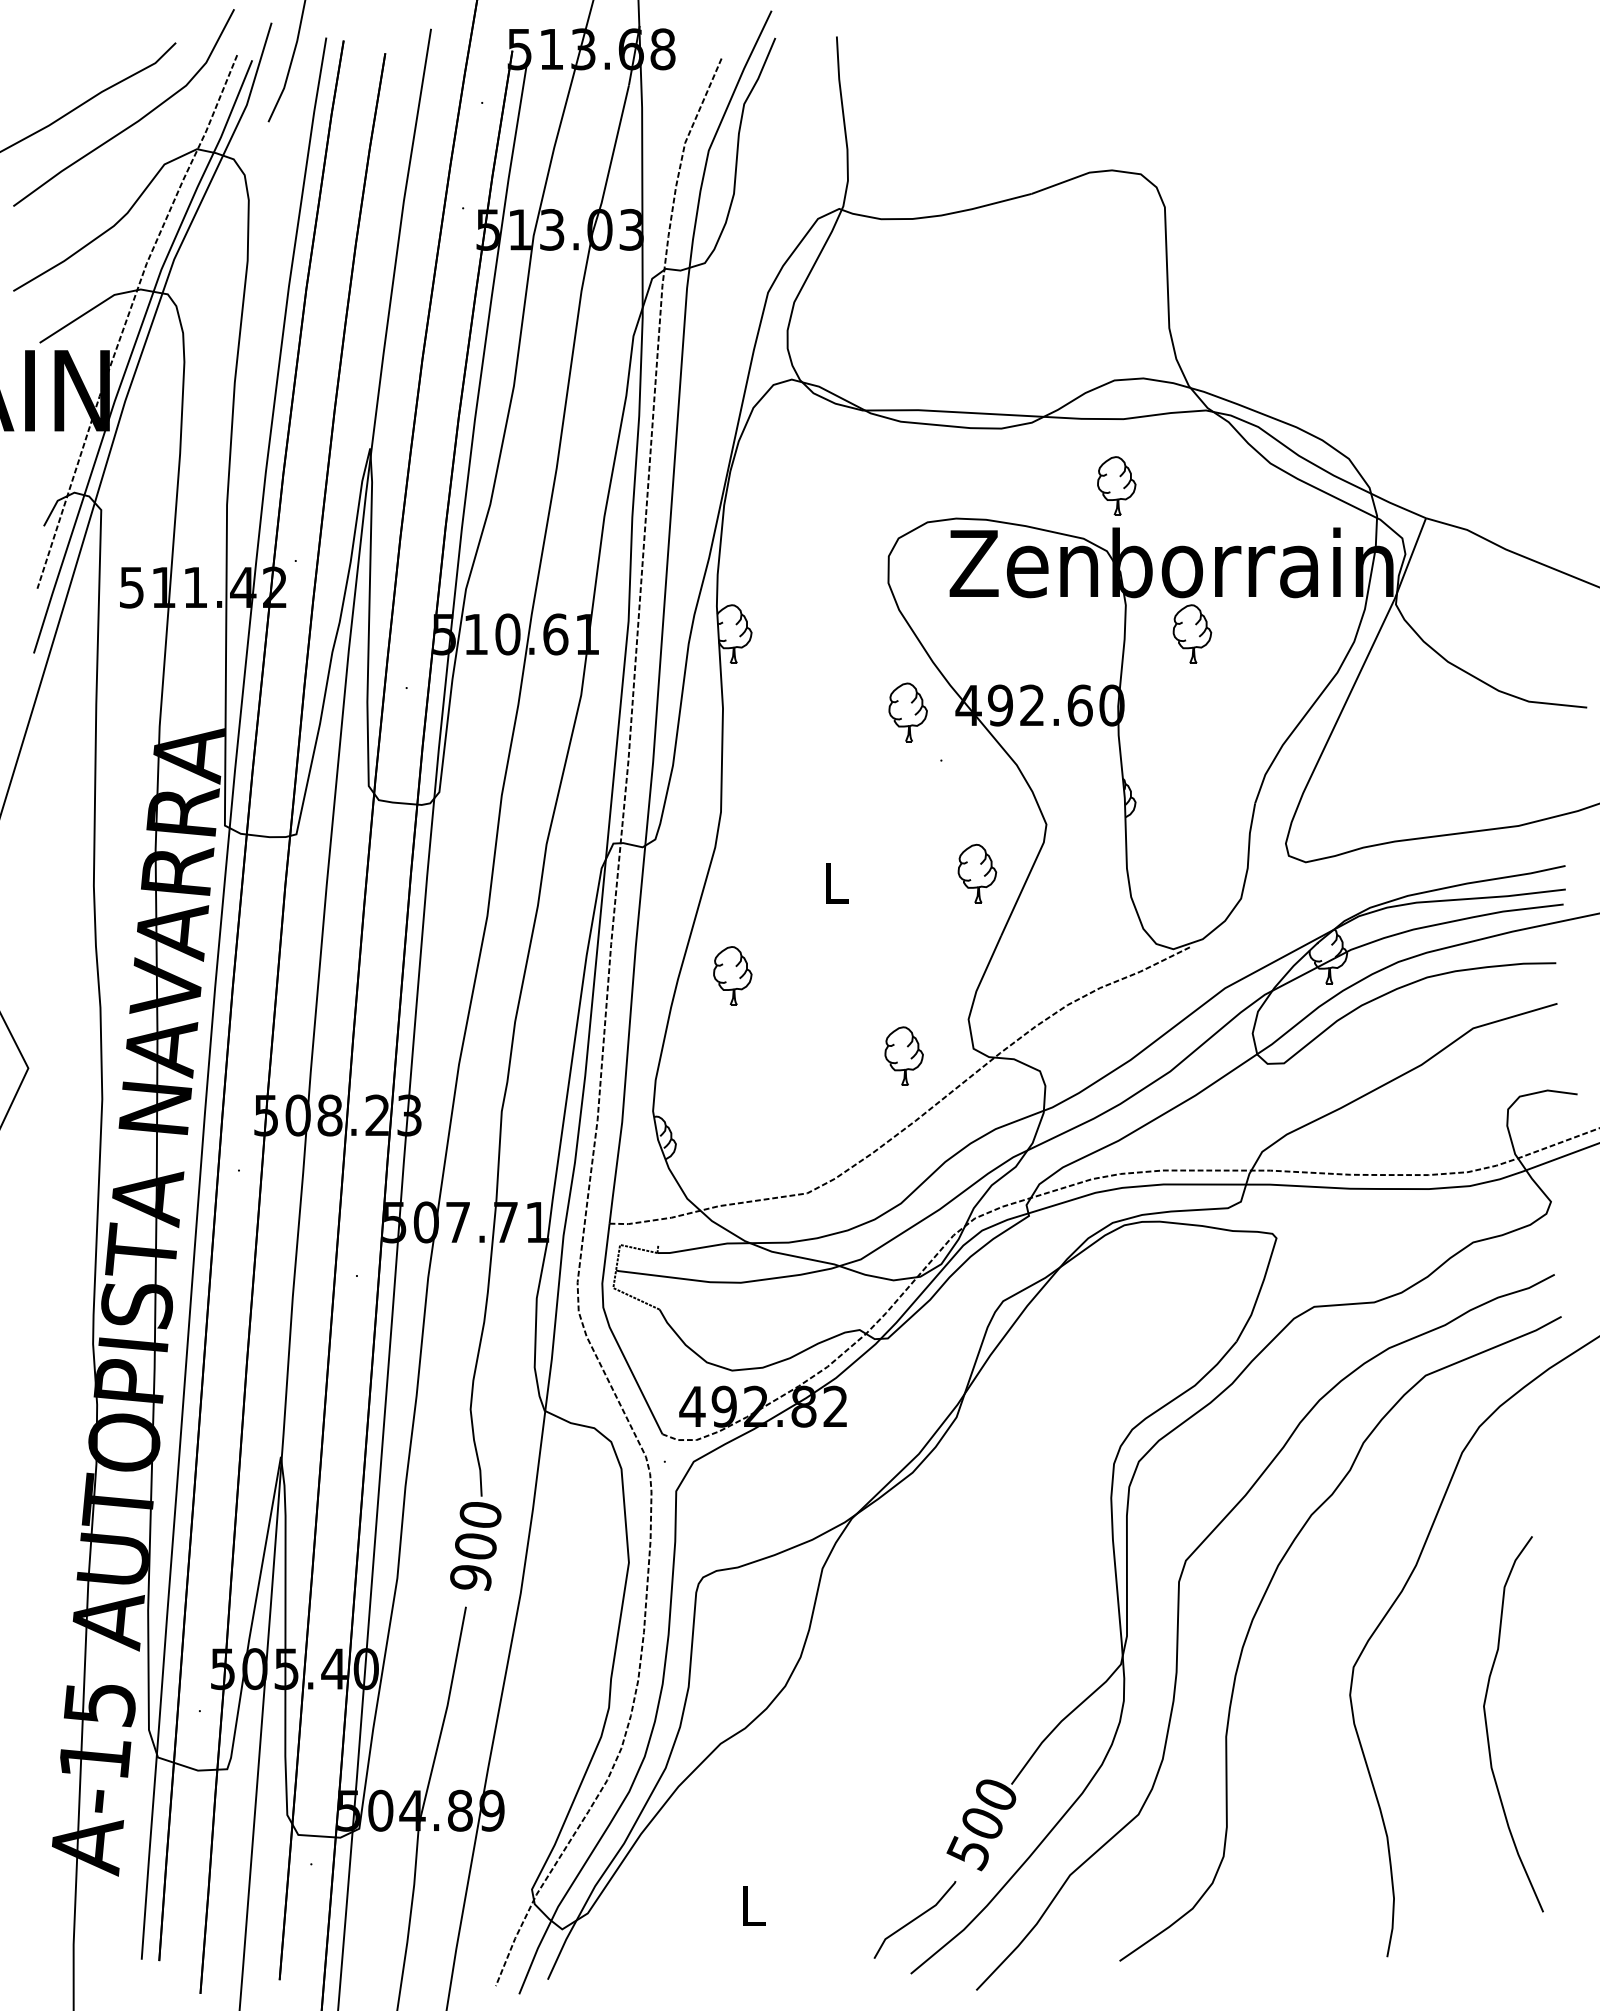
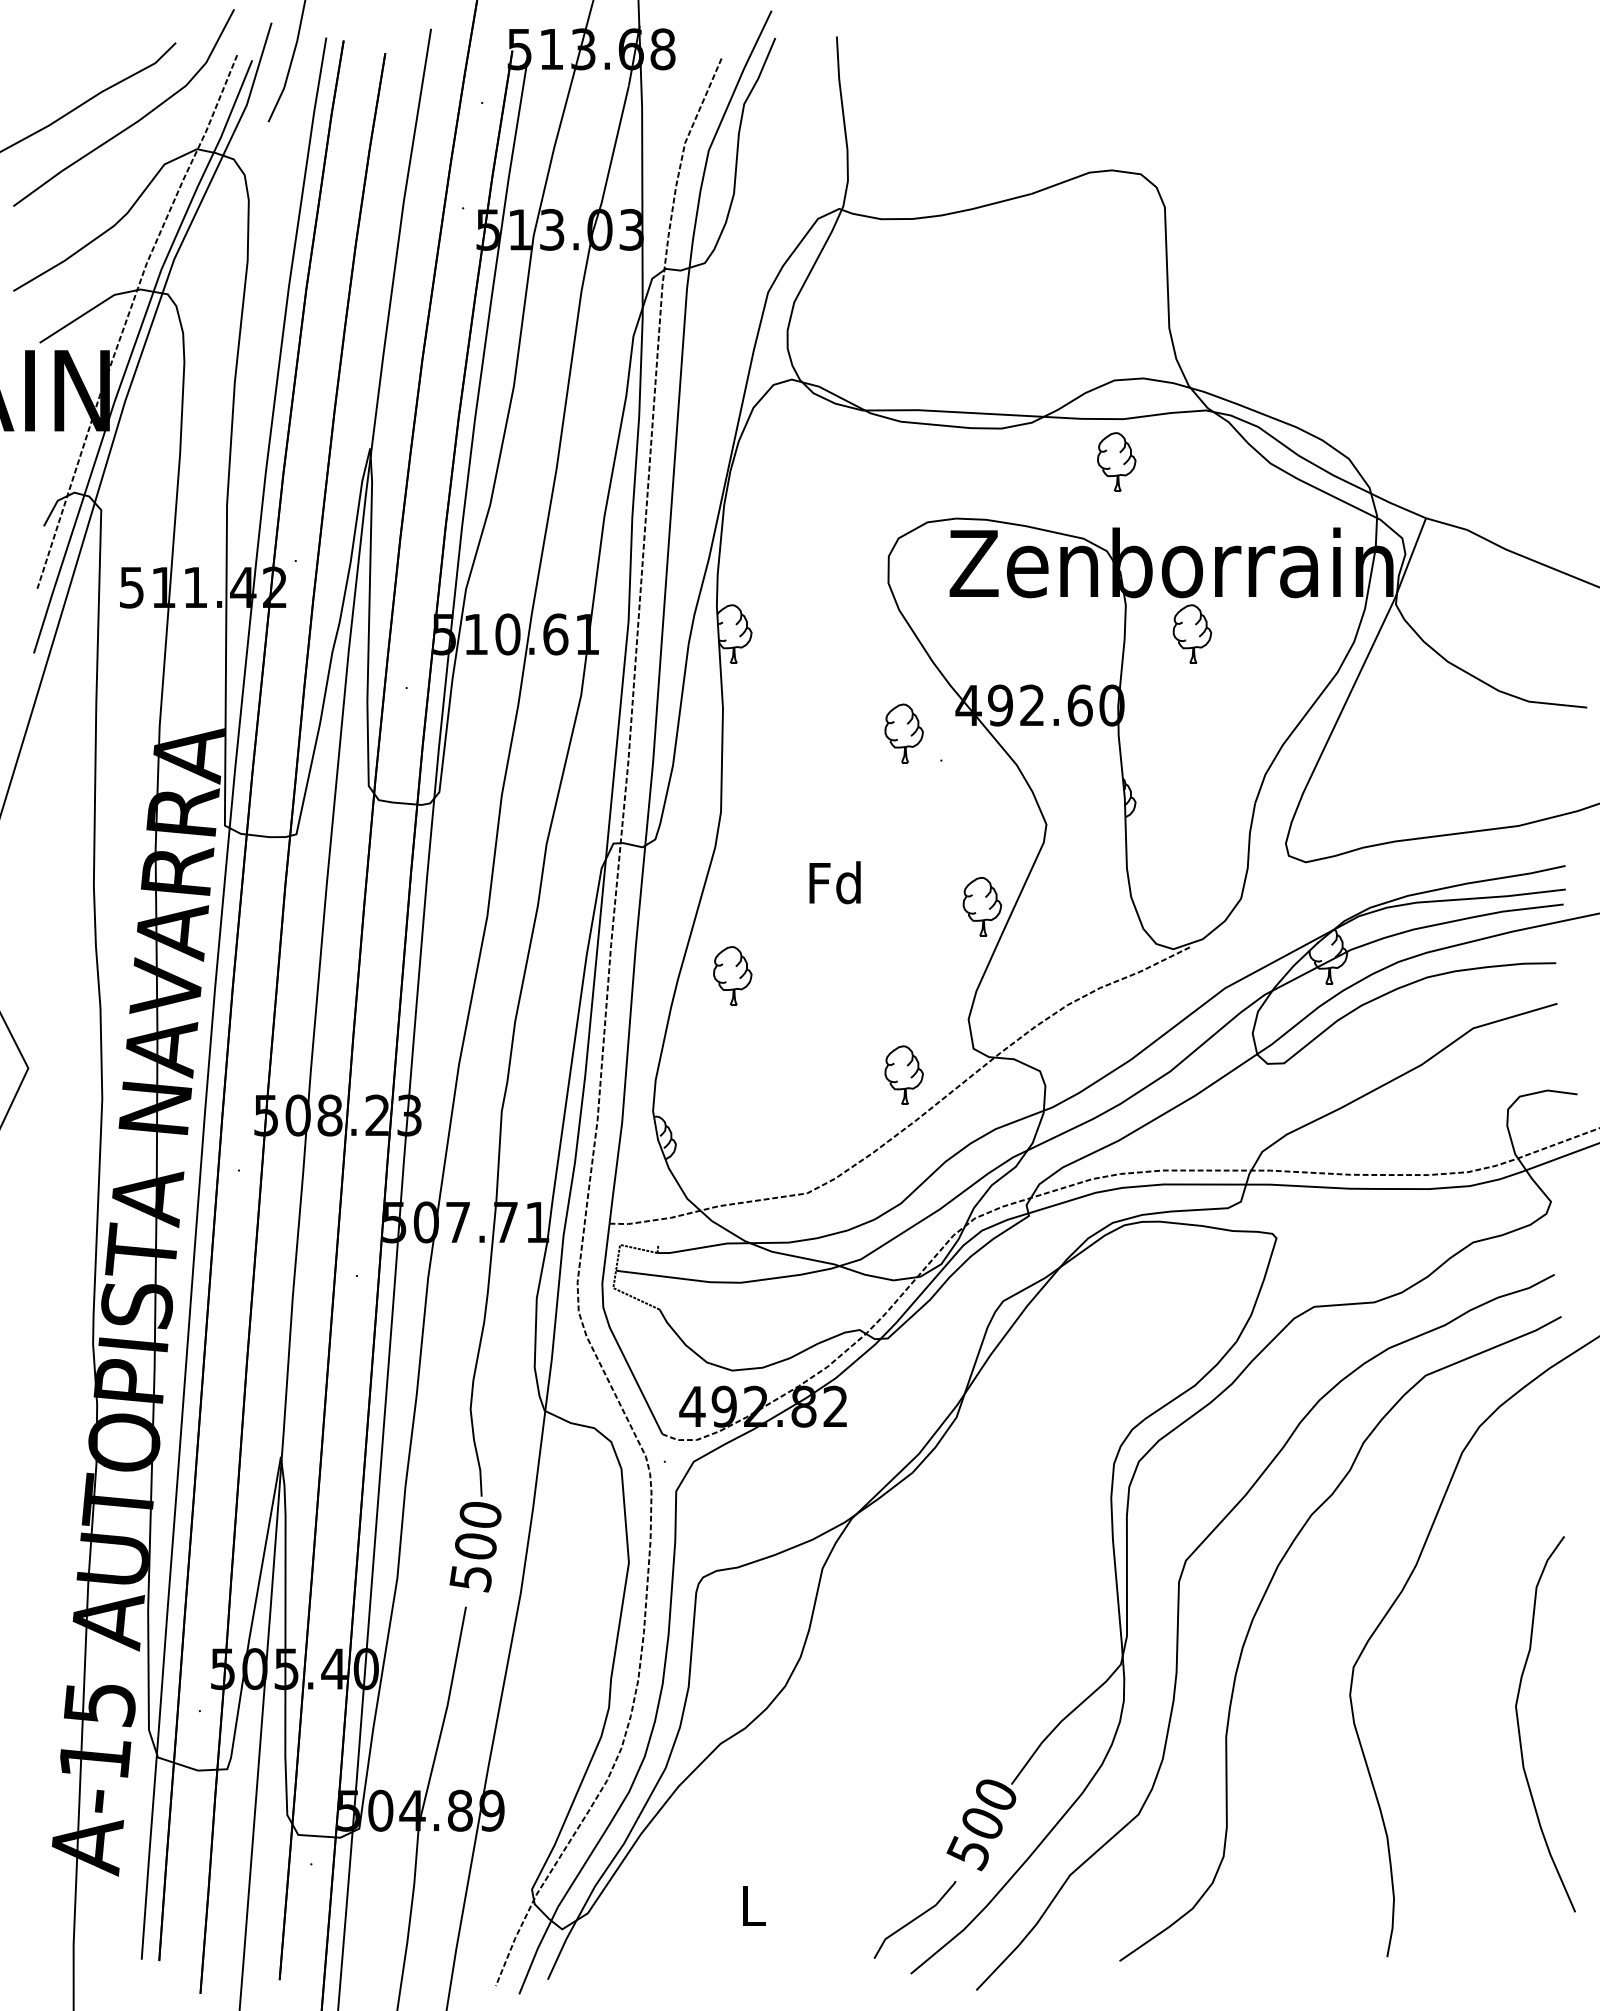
part at (1116, 485) position: (1116, 485) -> (1116, 461)
part at (907, 712) position: (907, 712) -> (903, 733)
part at (977, 873) position: (977, 873) -> (982, 906)
text at (834, 882): L -> Fd
part at (903, 1055) position: (903, 1055) -> (903, 1074)
text at (470, 1578): 900 -> 500
curve at (1487, 1724) position: (1487, 1724) -> (1519, 1724)
